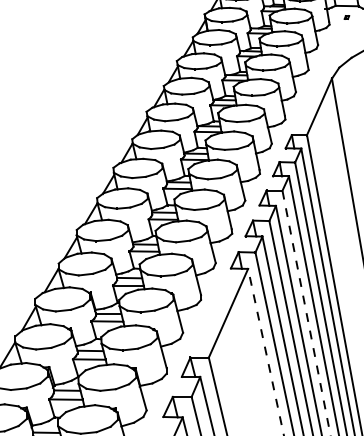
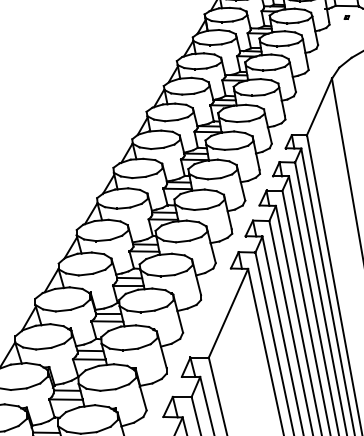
line at (306, 313): dashed -> solid
line at (265, 351): dashed -> solid
